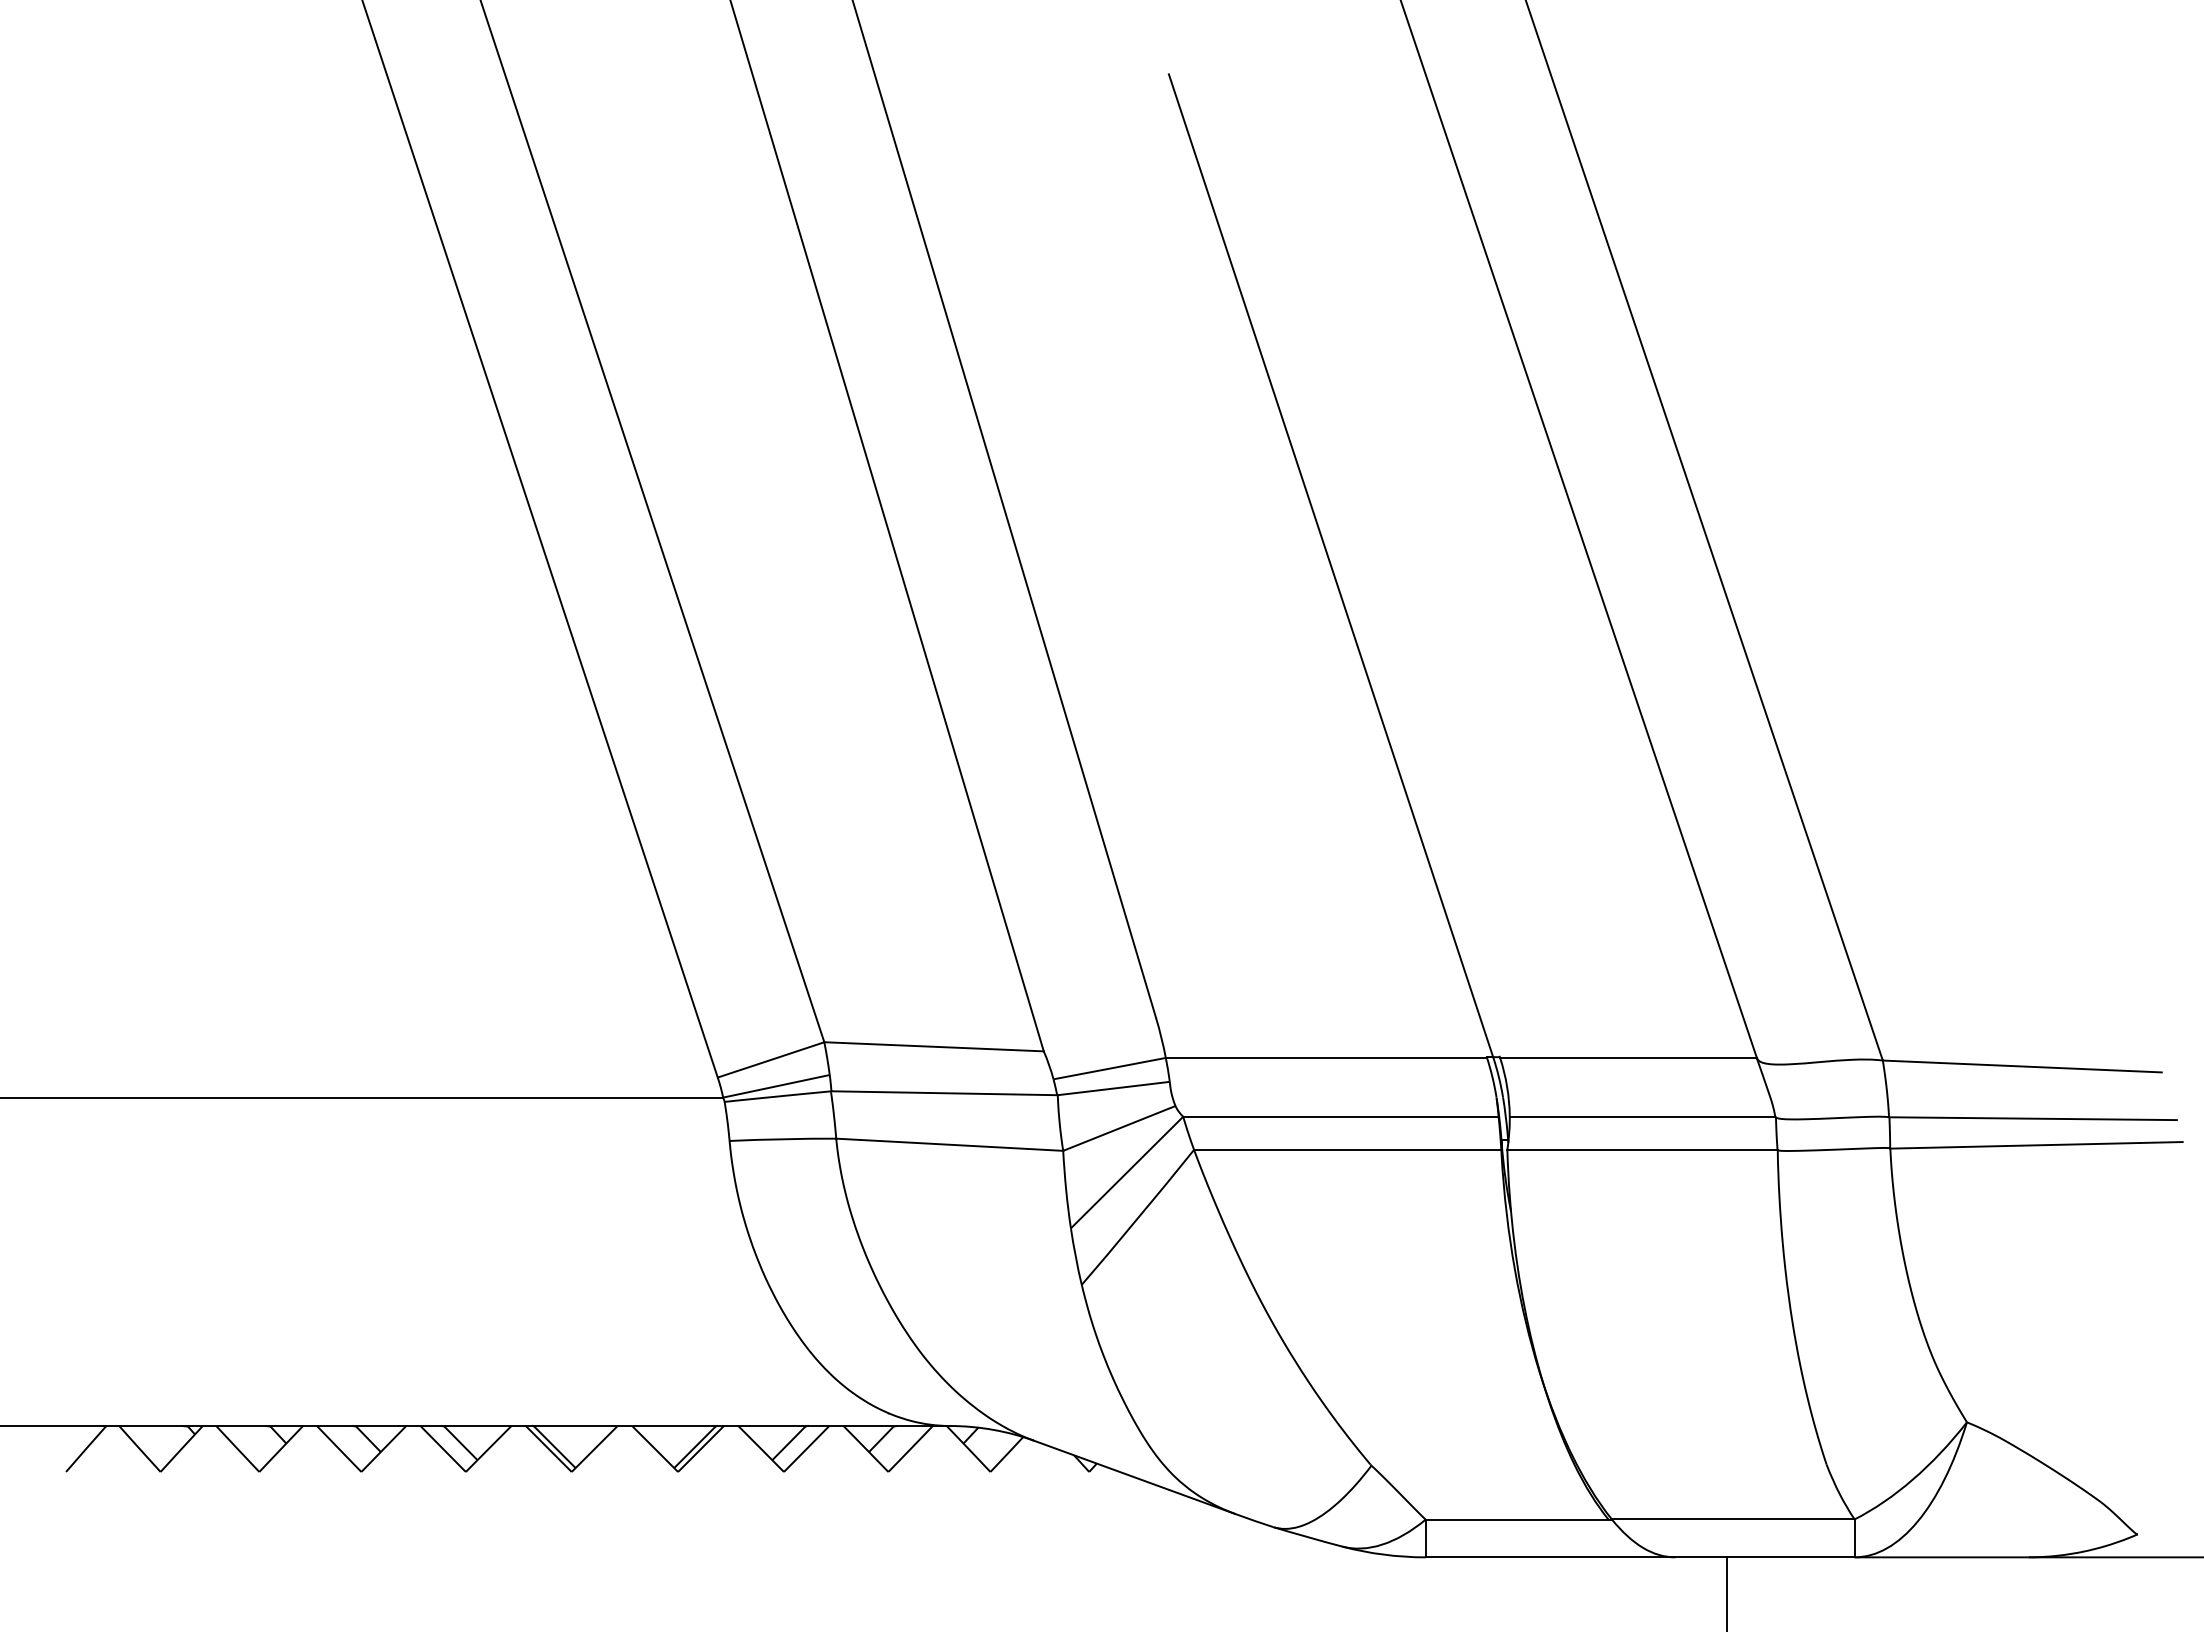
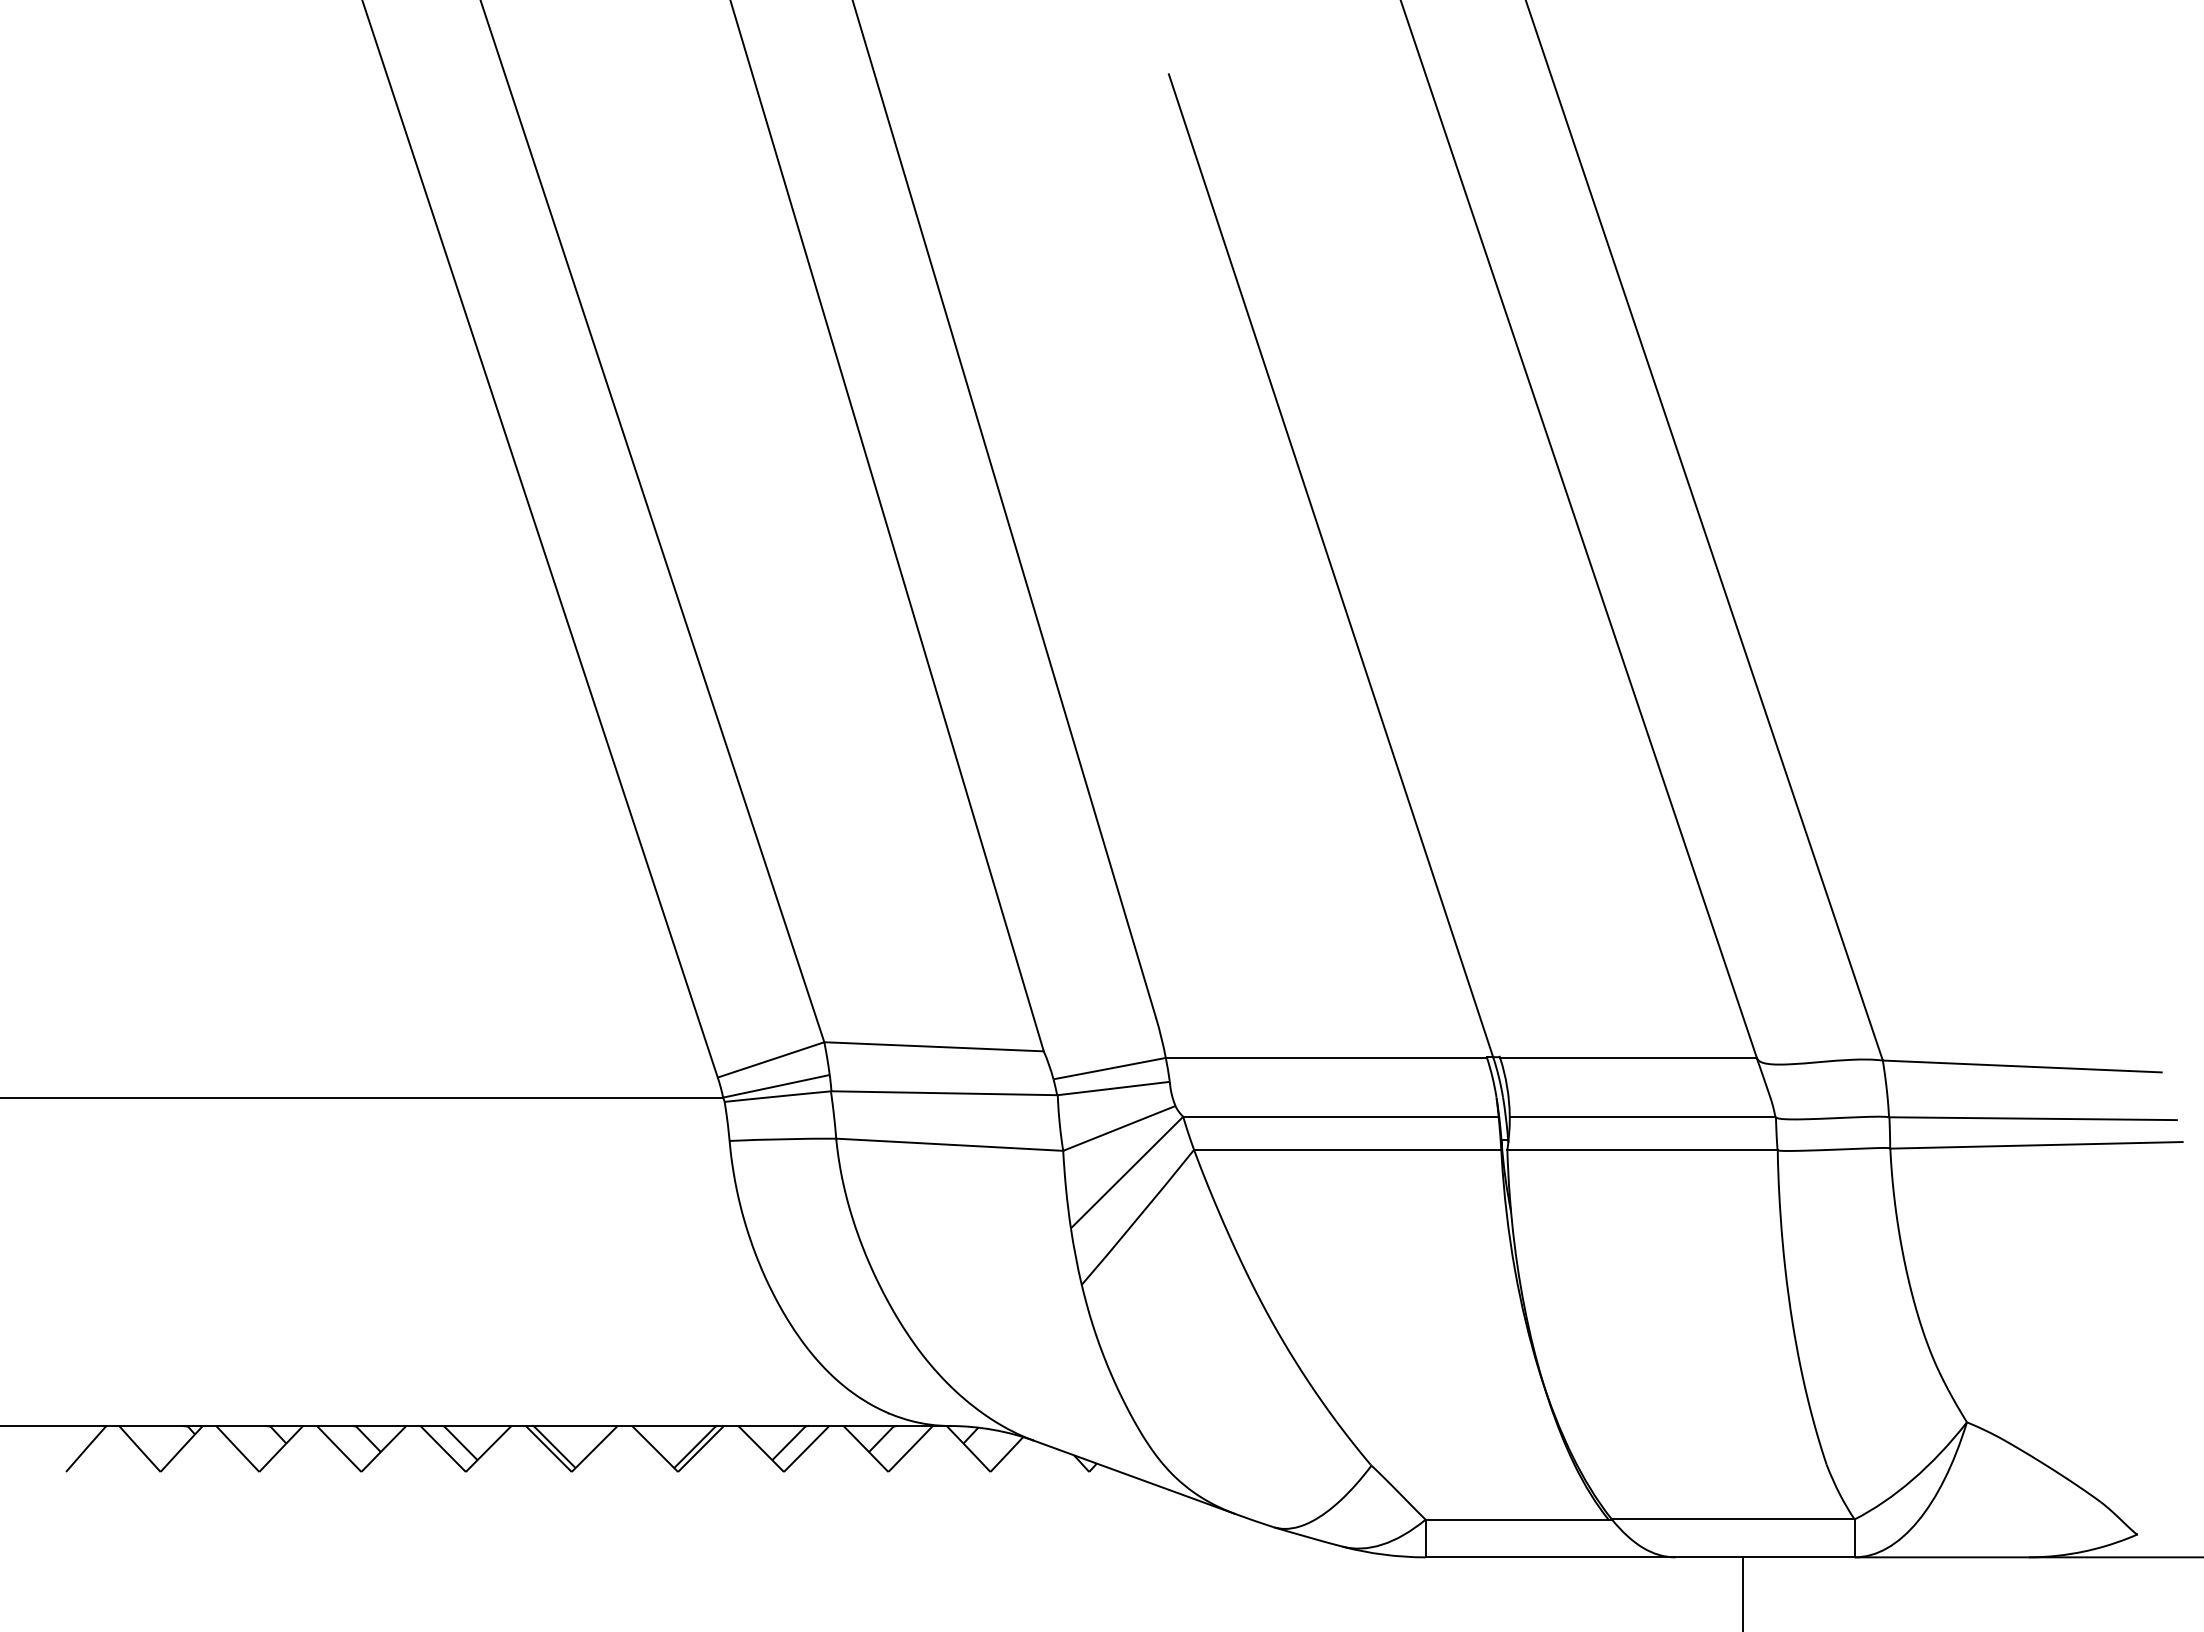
line at (1726, 1592) position: (1726, 1592) -> (1742, 1592)
